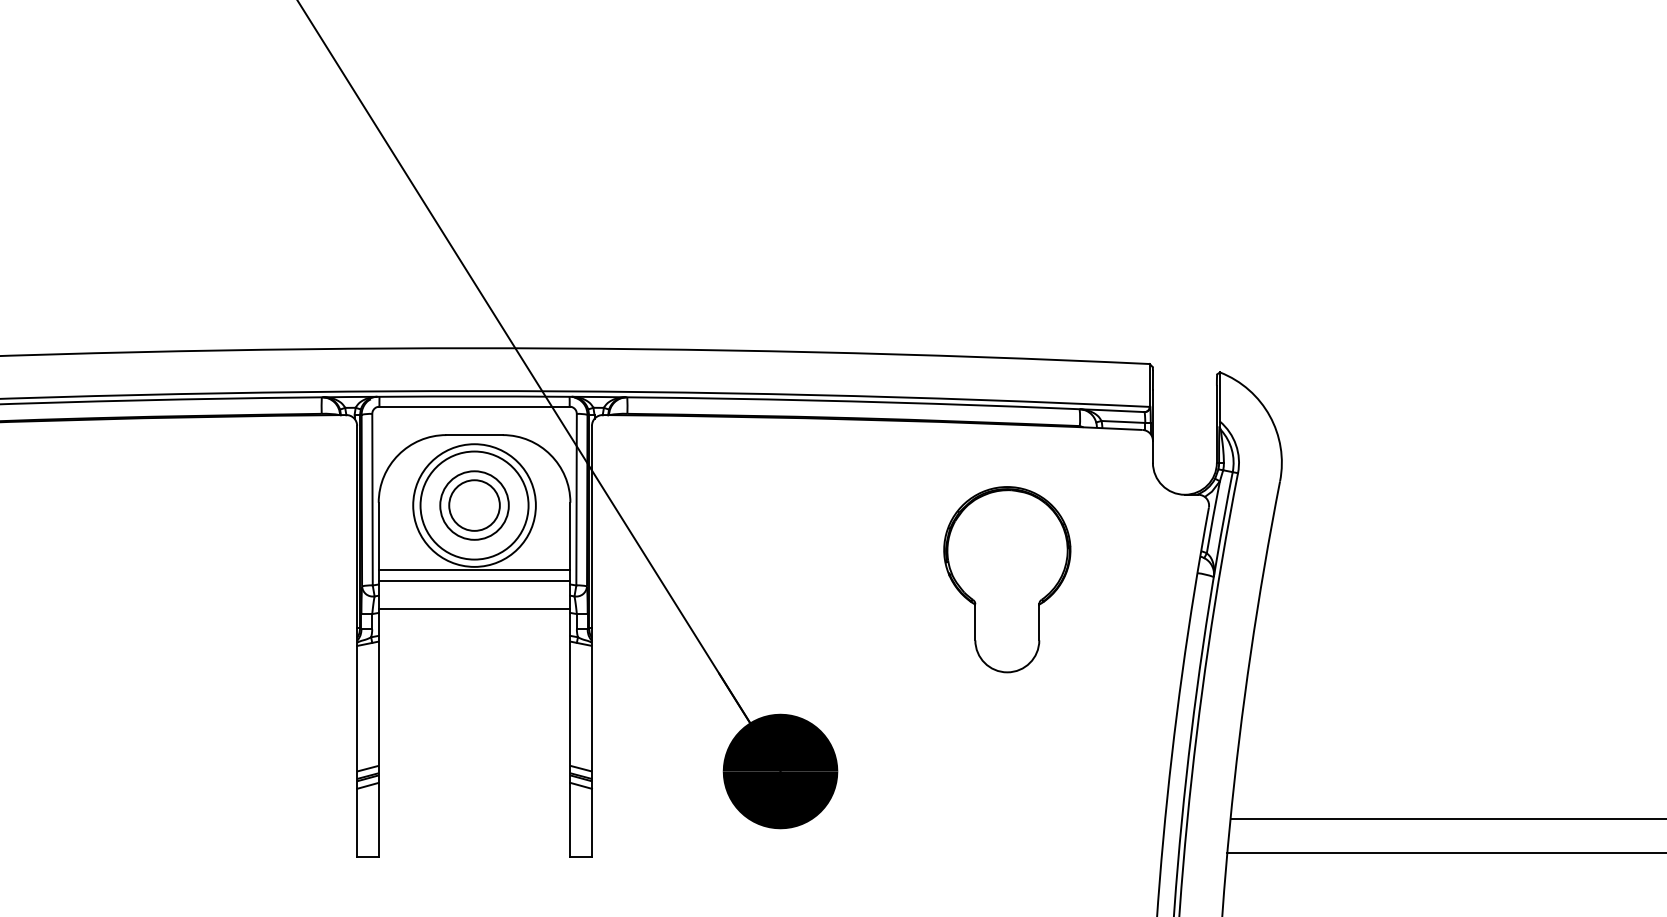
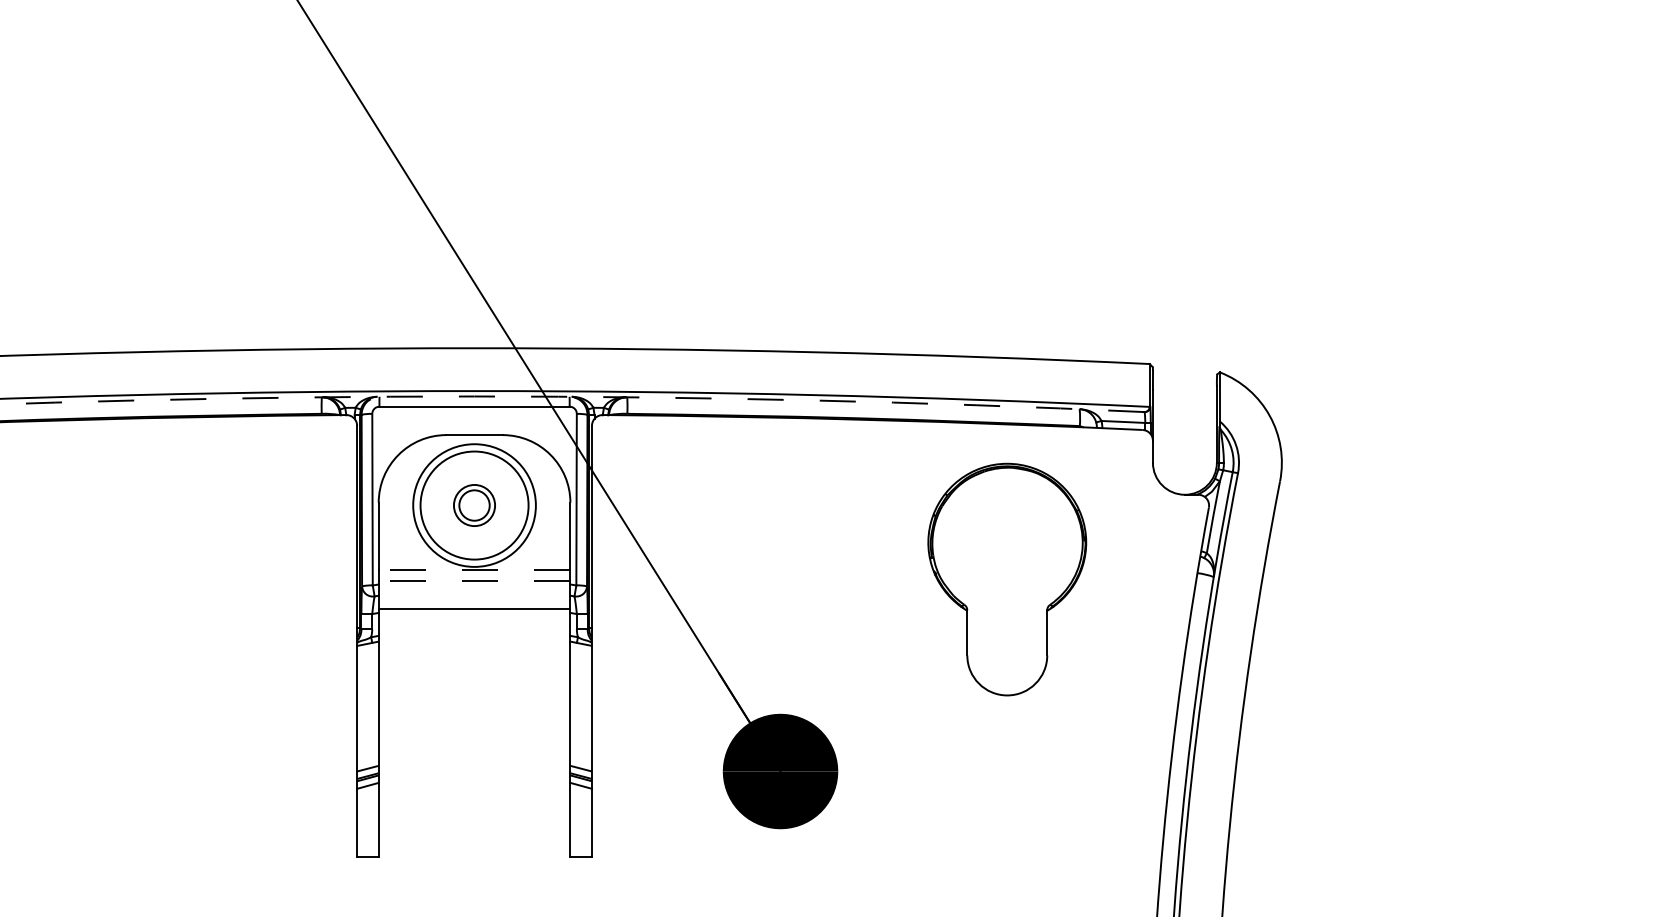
arc at (572, 397): solid -> dashed
part at (474, 505) size: 71x71 px -> 43x43 px
line at (474, 570): solid -> dashed
part at (1007, 579) size: 129x188 px -> 161x235 px
line at (474, 581): solid -> dashed
line at (1446, 819): present -> none
line at (1445, 853): present -> none
